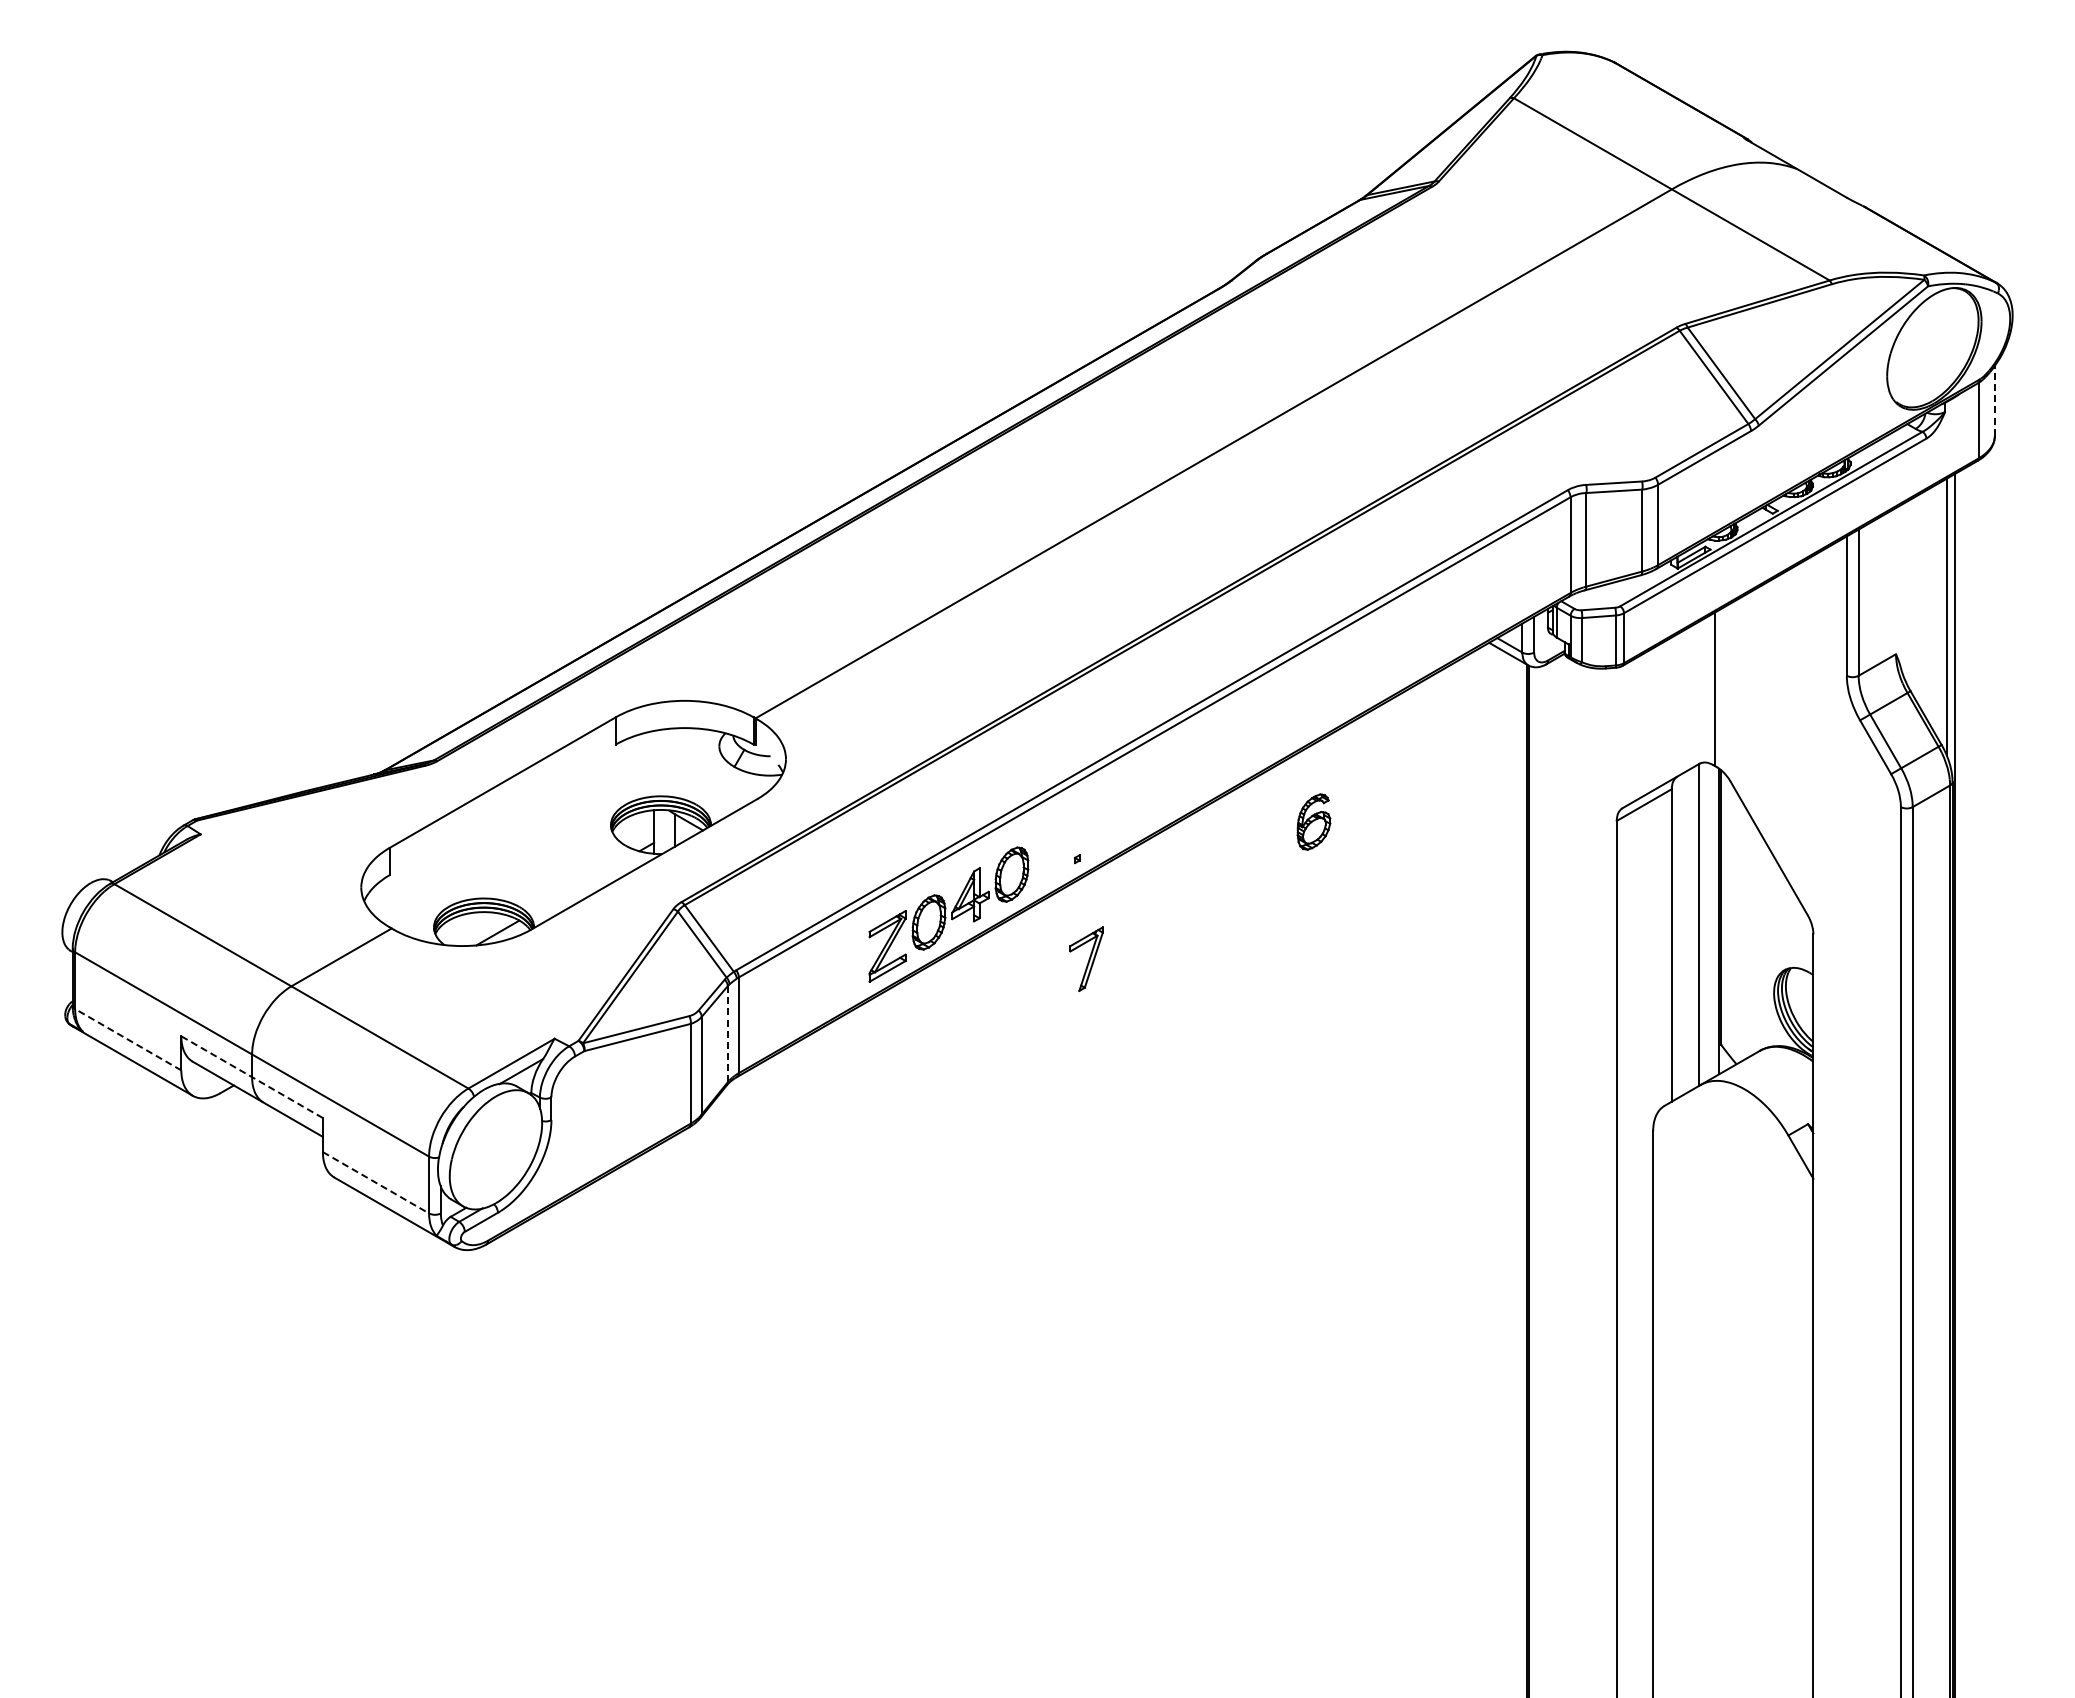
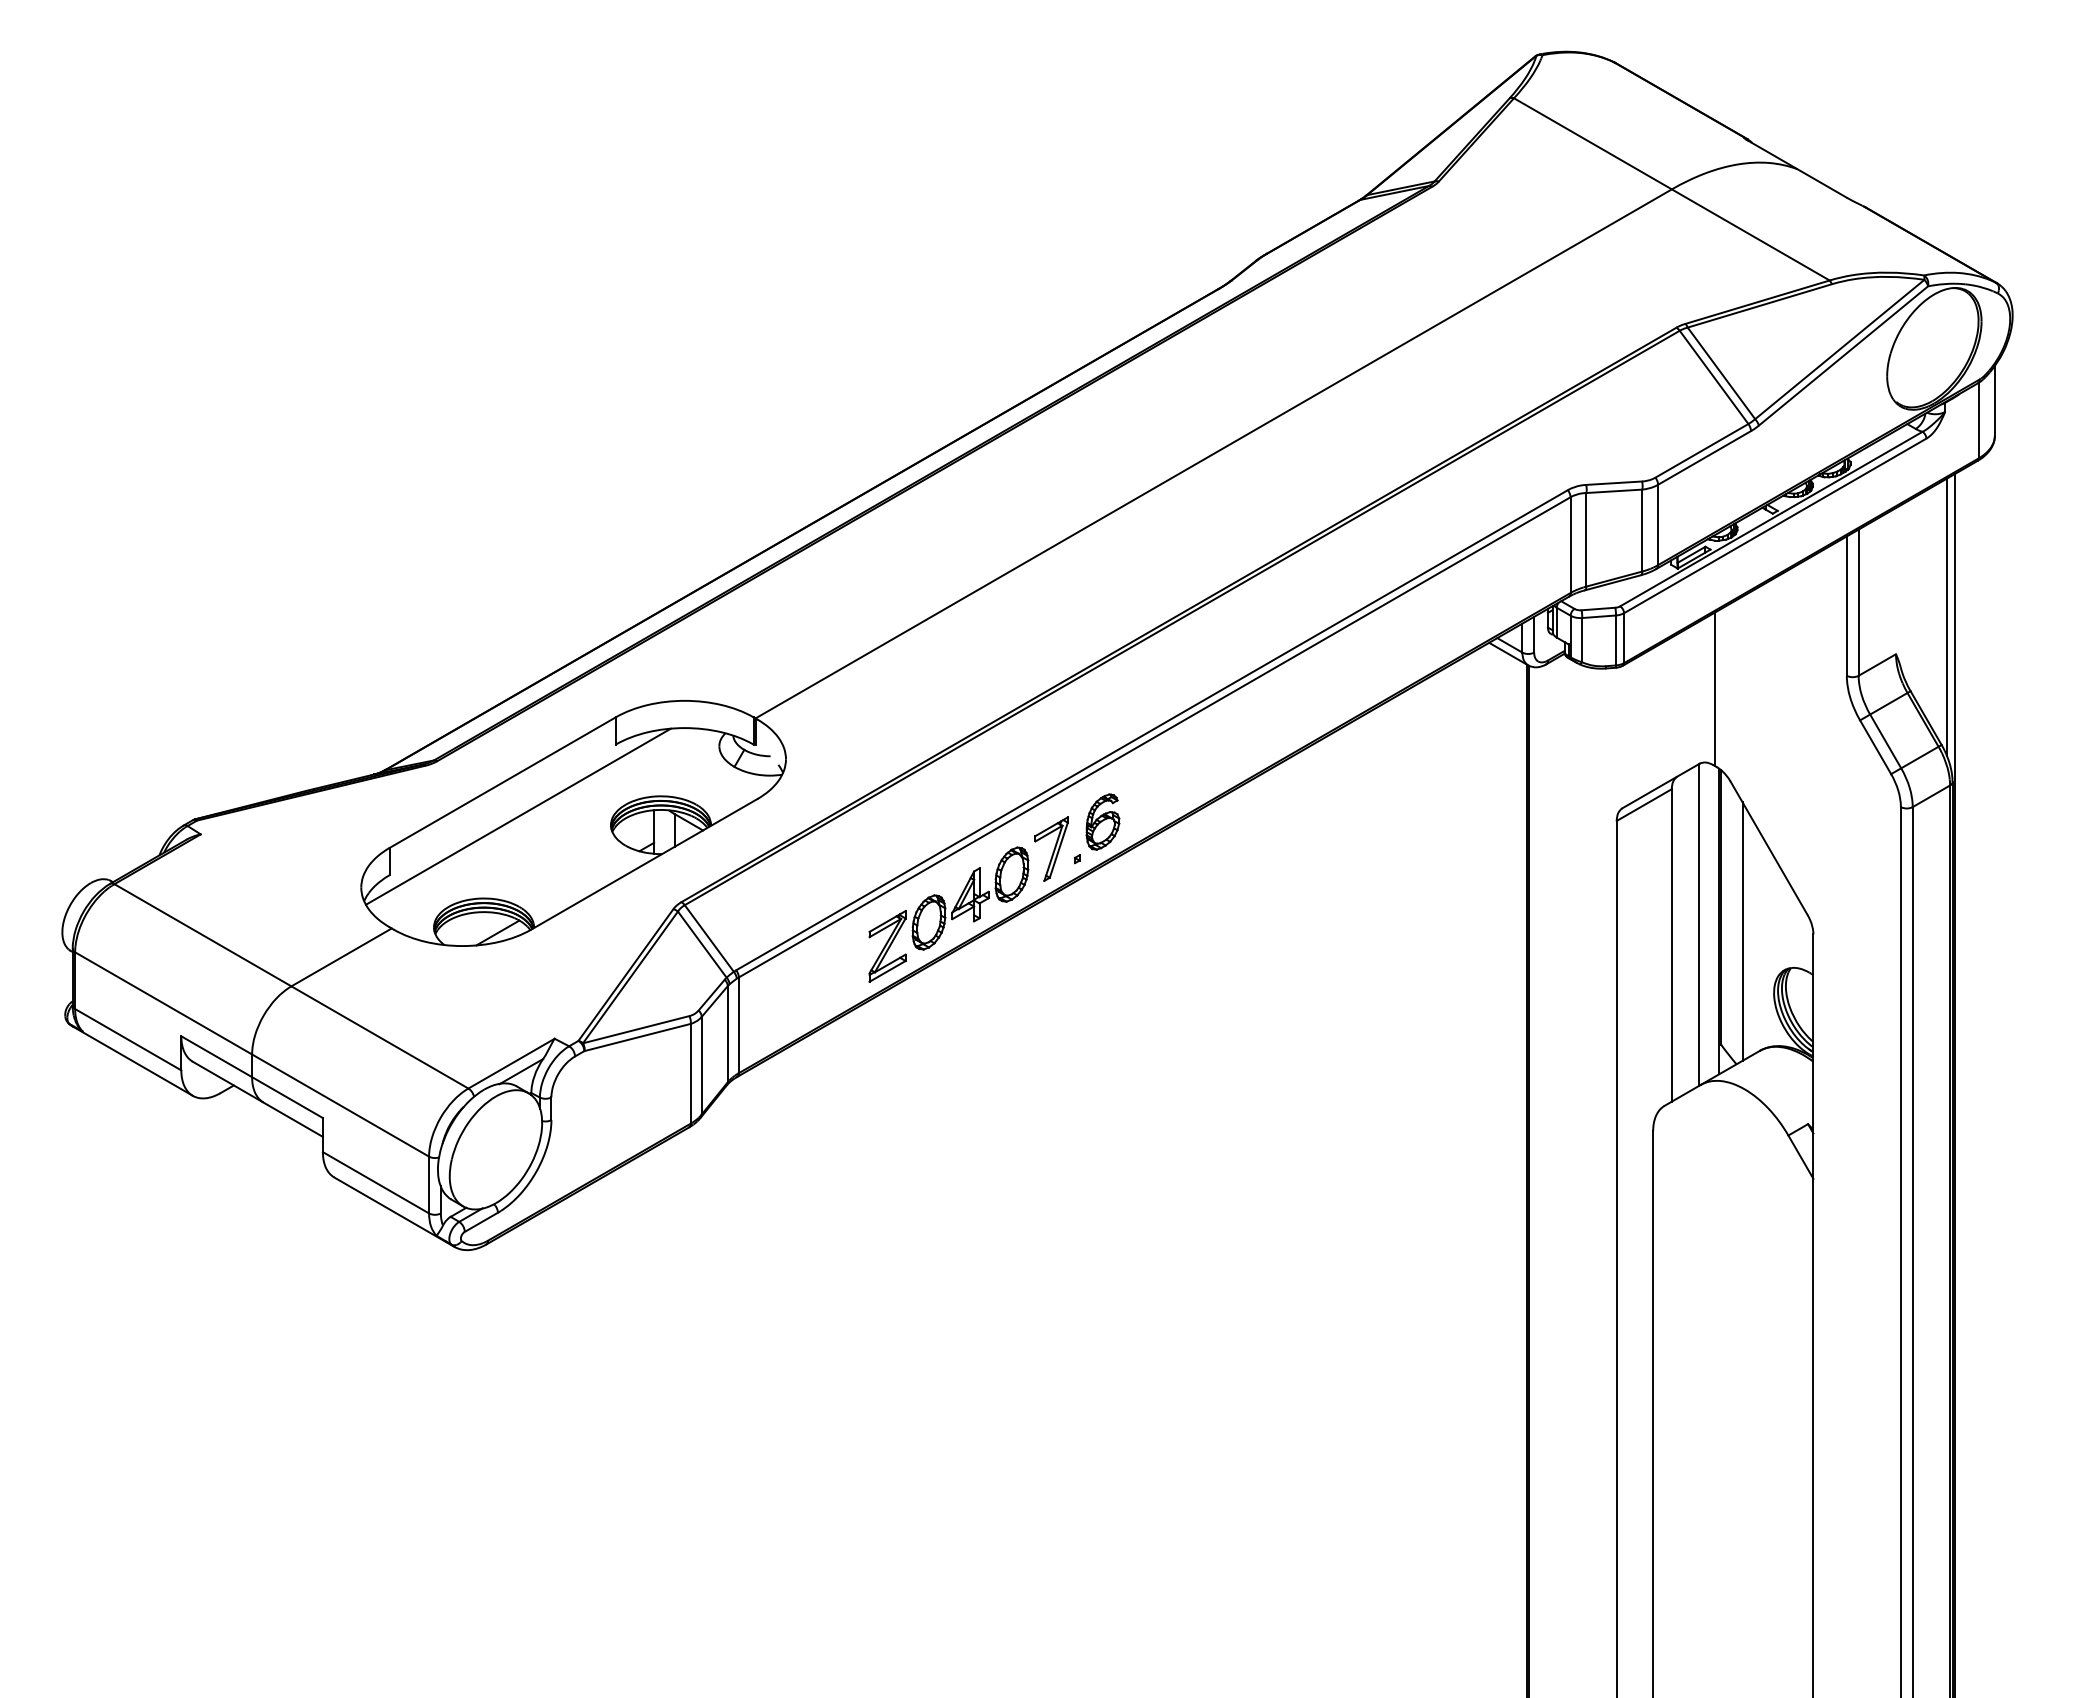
line at (1994, 400): dashed -> solid
line at (518, 816): none -> present
part at (1313, 821) position: (1313, 821) -> (1102, 821)
line at (1742, 931): none -> present
part at (1086, 958) position: (1086, 958) -> (1051, 848)
line at (727, 1033): dashed -> solid
line at (127, 1039): dashed -> solid
line at (252, 1077): dashed -> solid
line at (376, 1183): dashed -> solid
